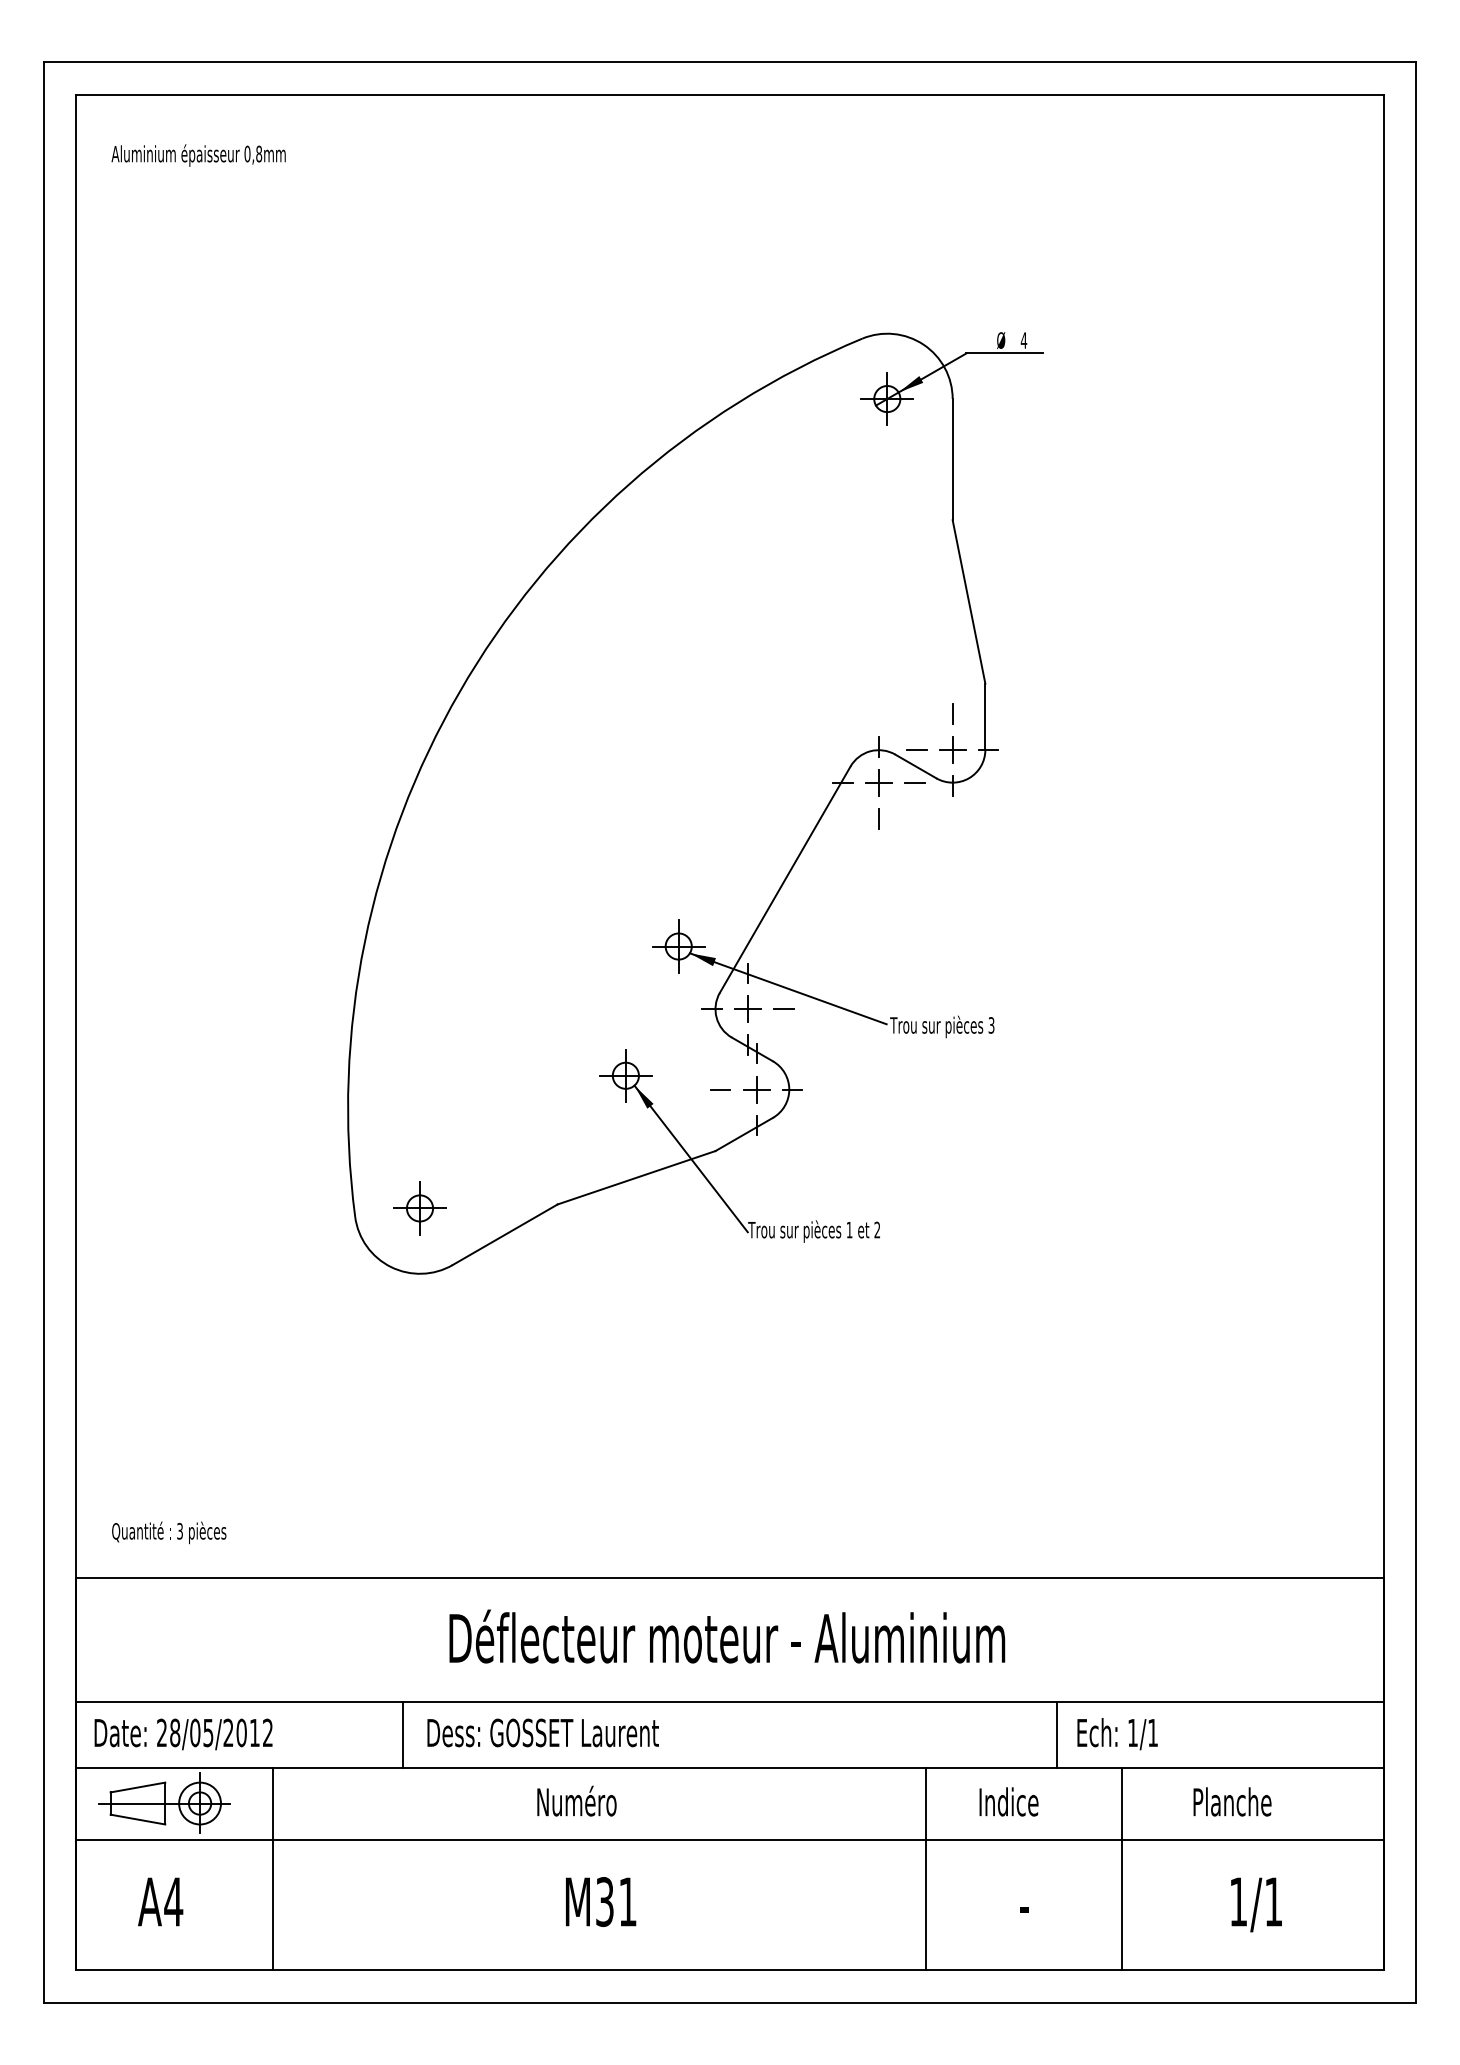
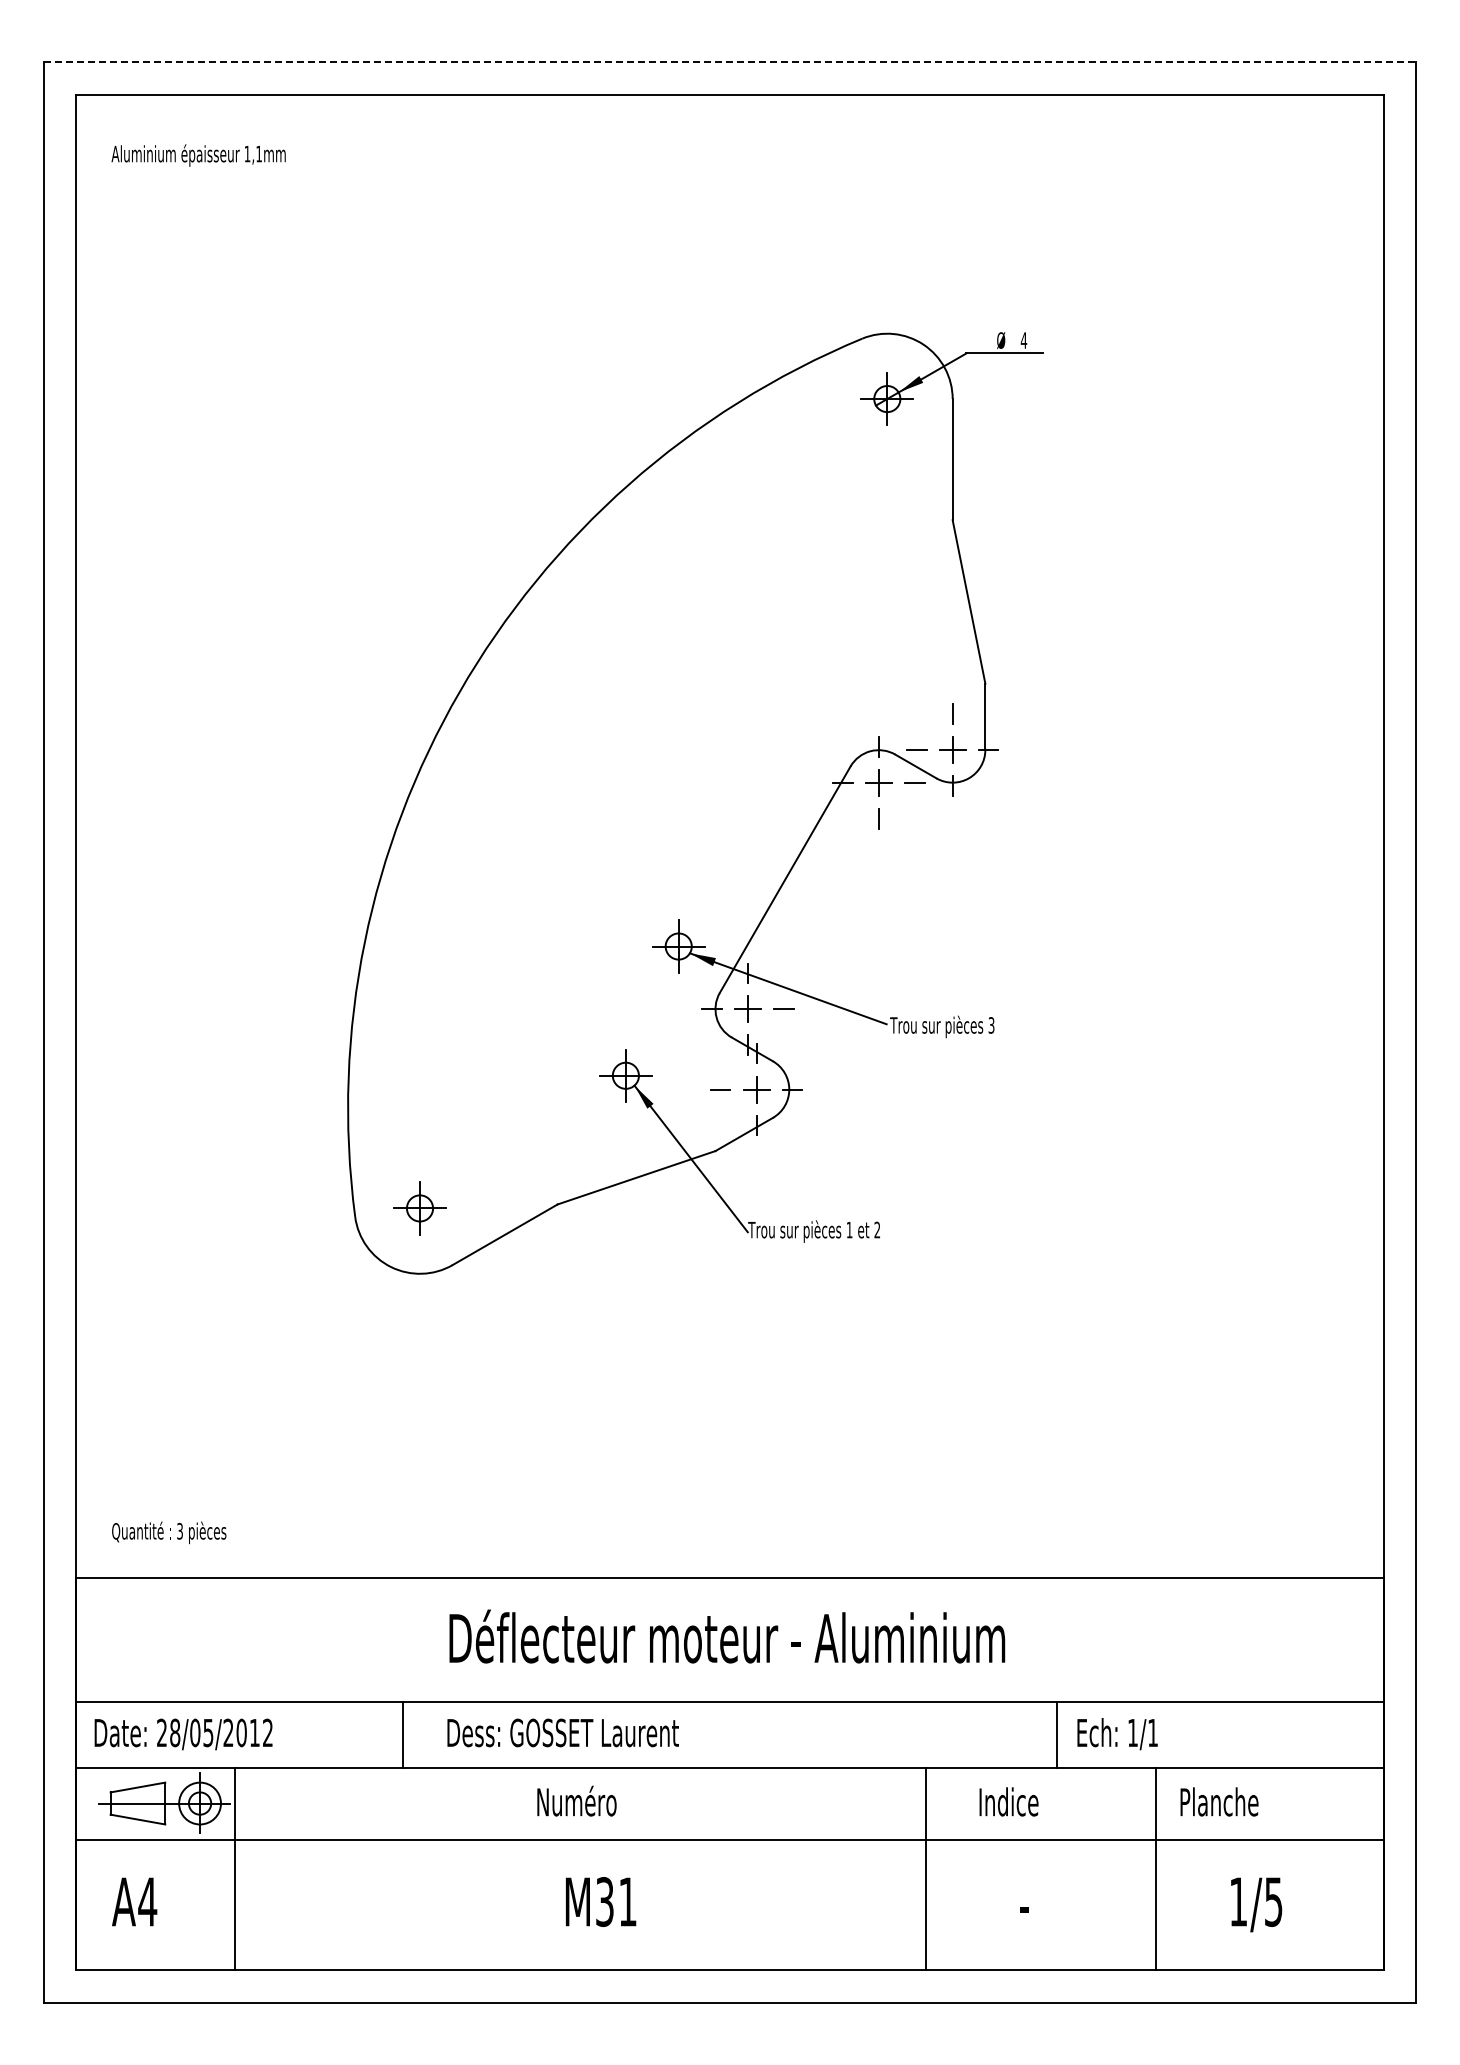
line at (730, 61): solid -> dashed
text at (253, 153): 0,8mm -> 1,1mm
text at (542, 1732) position: (542, 1732) -> (562, 1732)
text at (1232, 1801) position: (1232, 1801) -> (1219, 1801)
line at (272, 1868) position: (272, 1868) -> (234, 1868)
line at (1122, 1868) position: (1122, 1868) -> (1156, 1868)
text at (160, 1901) position: (160, 1901) -> (134, 1901)
text at (1273, 1902): 1/1 -> 1/5
